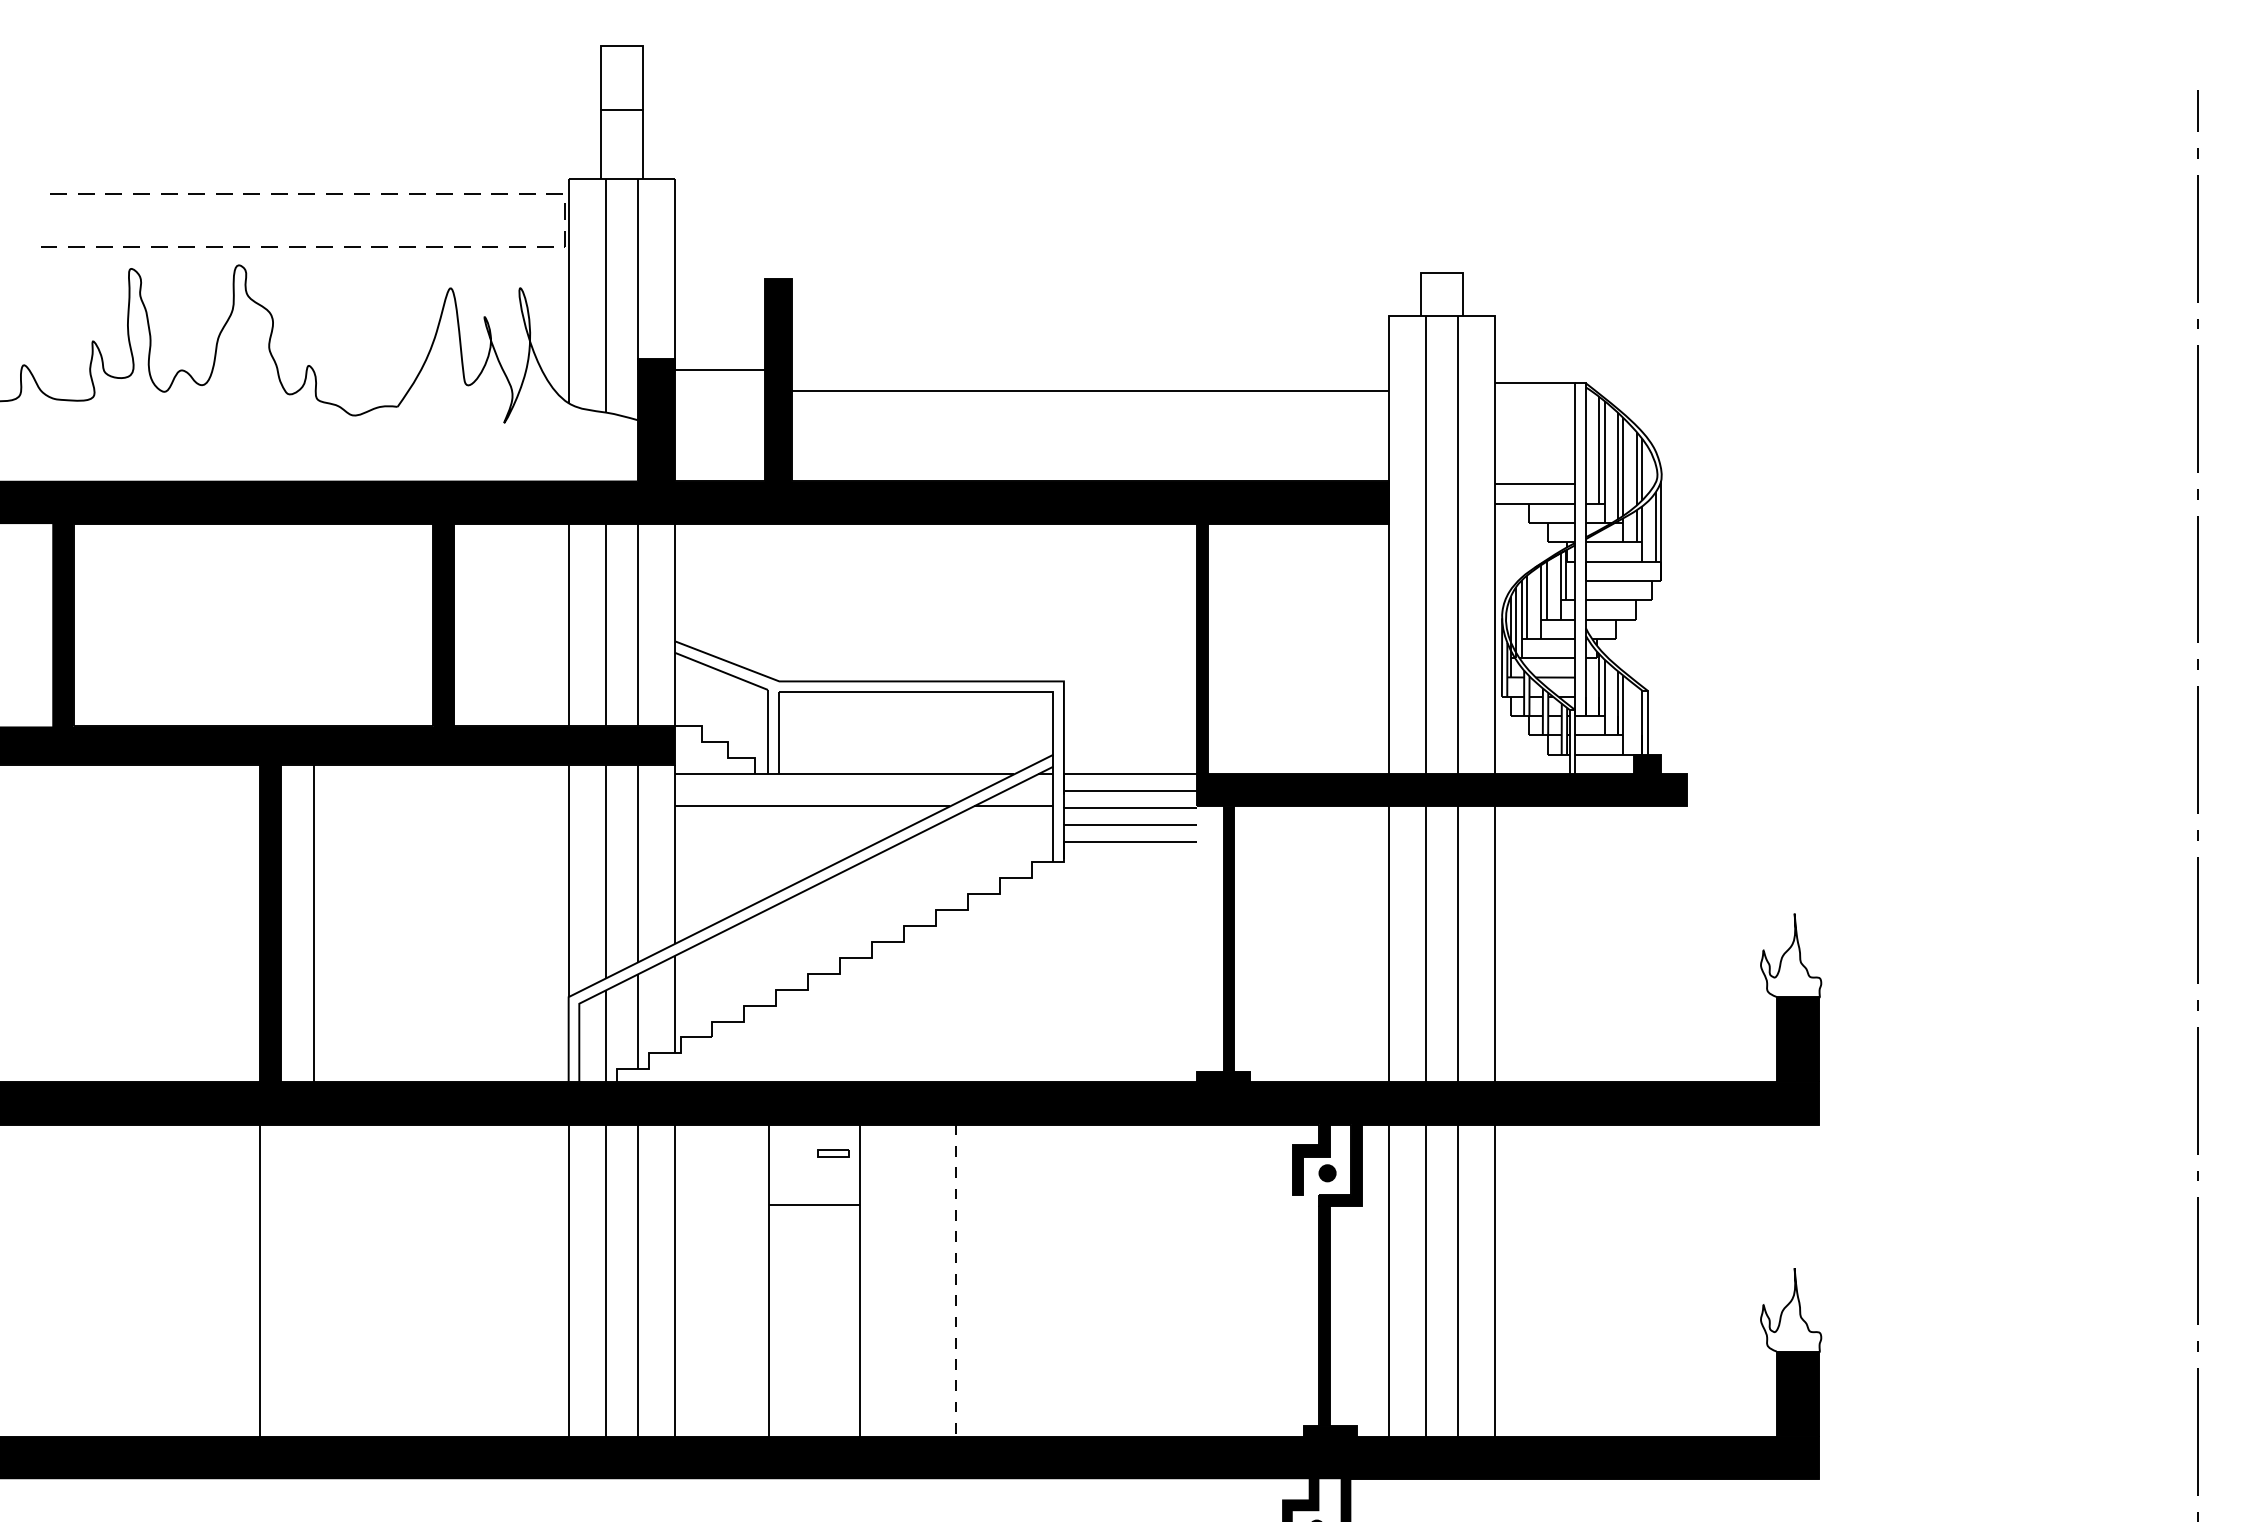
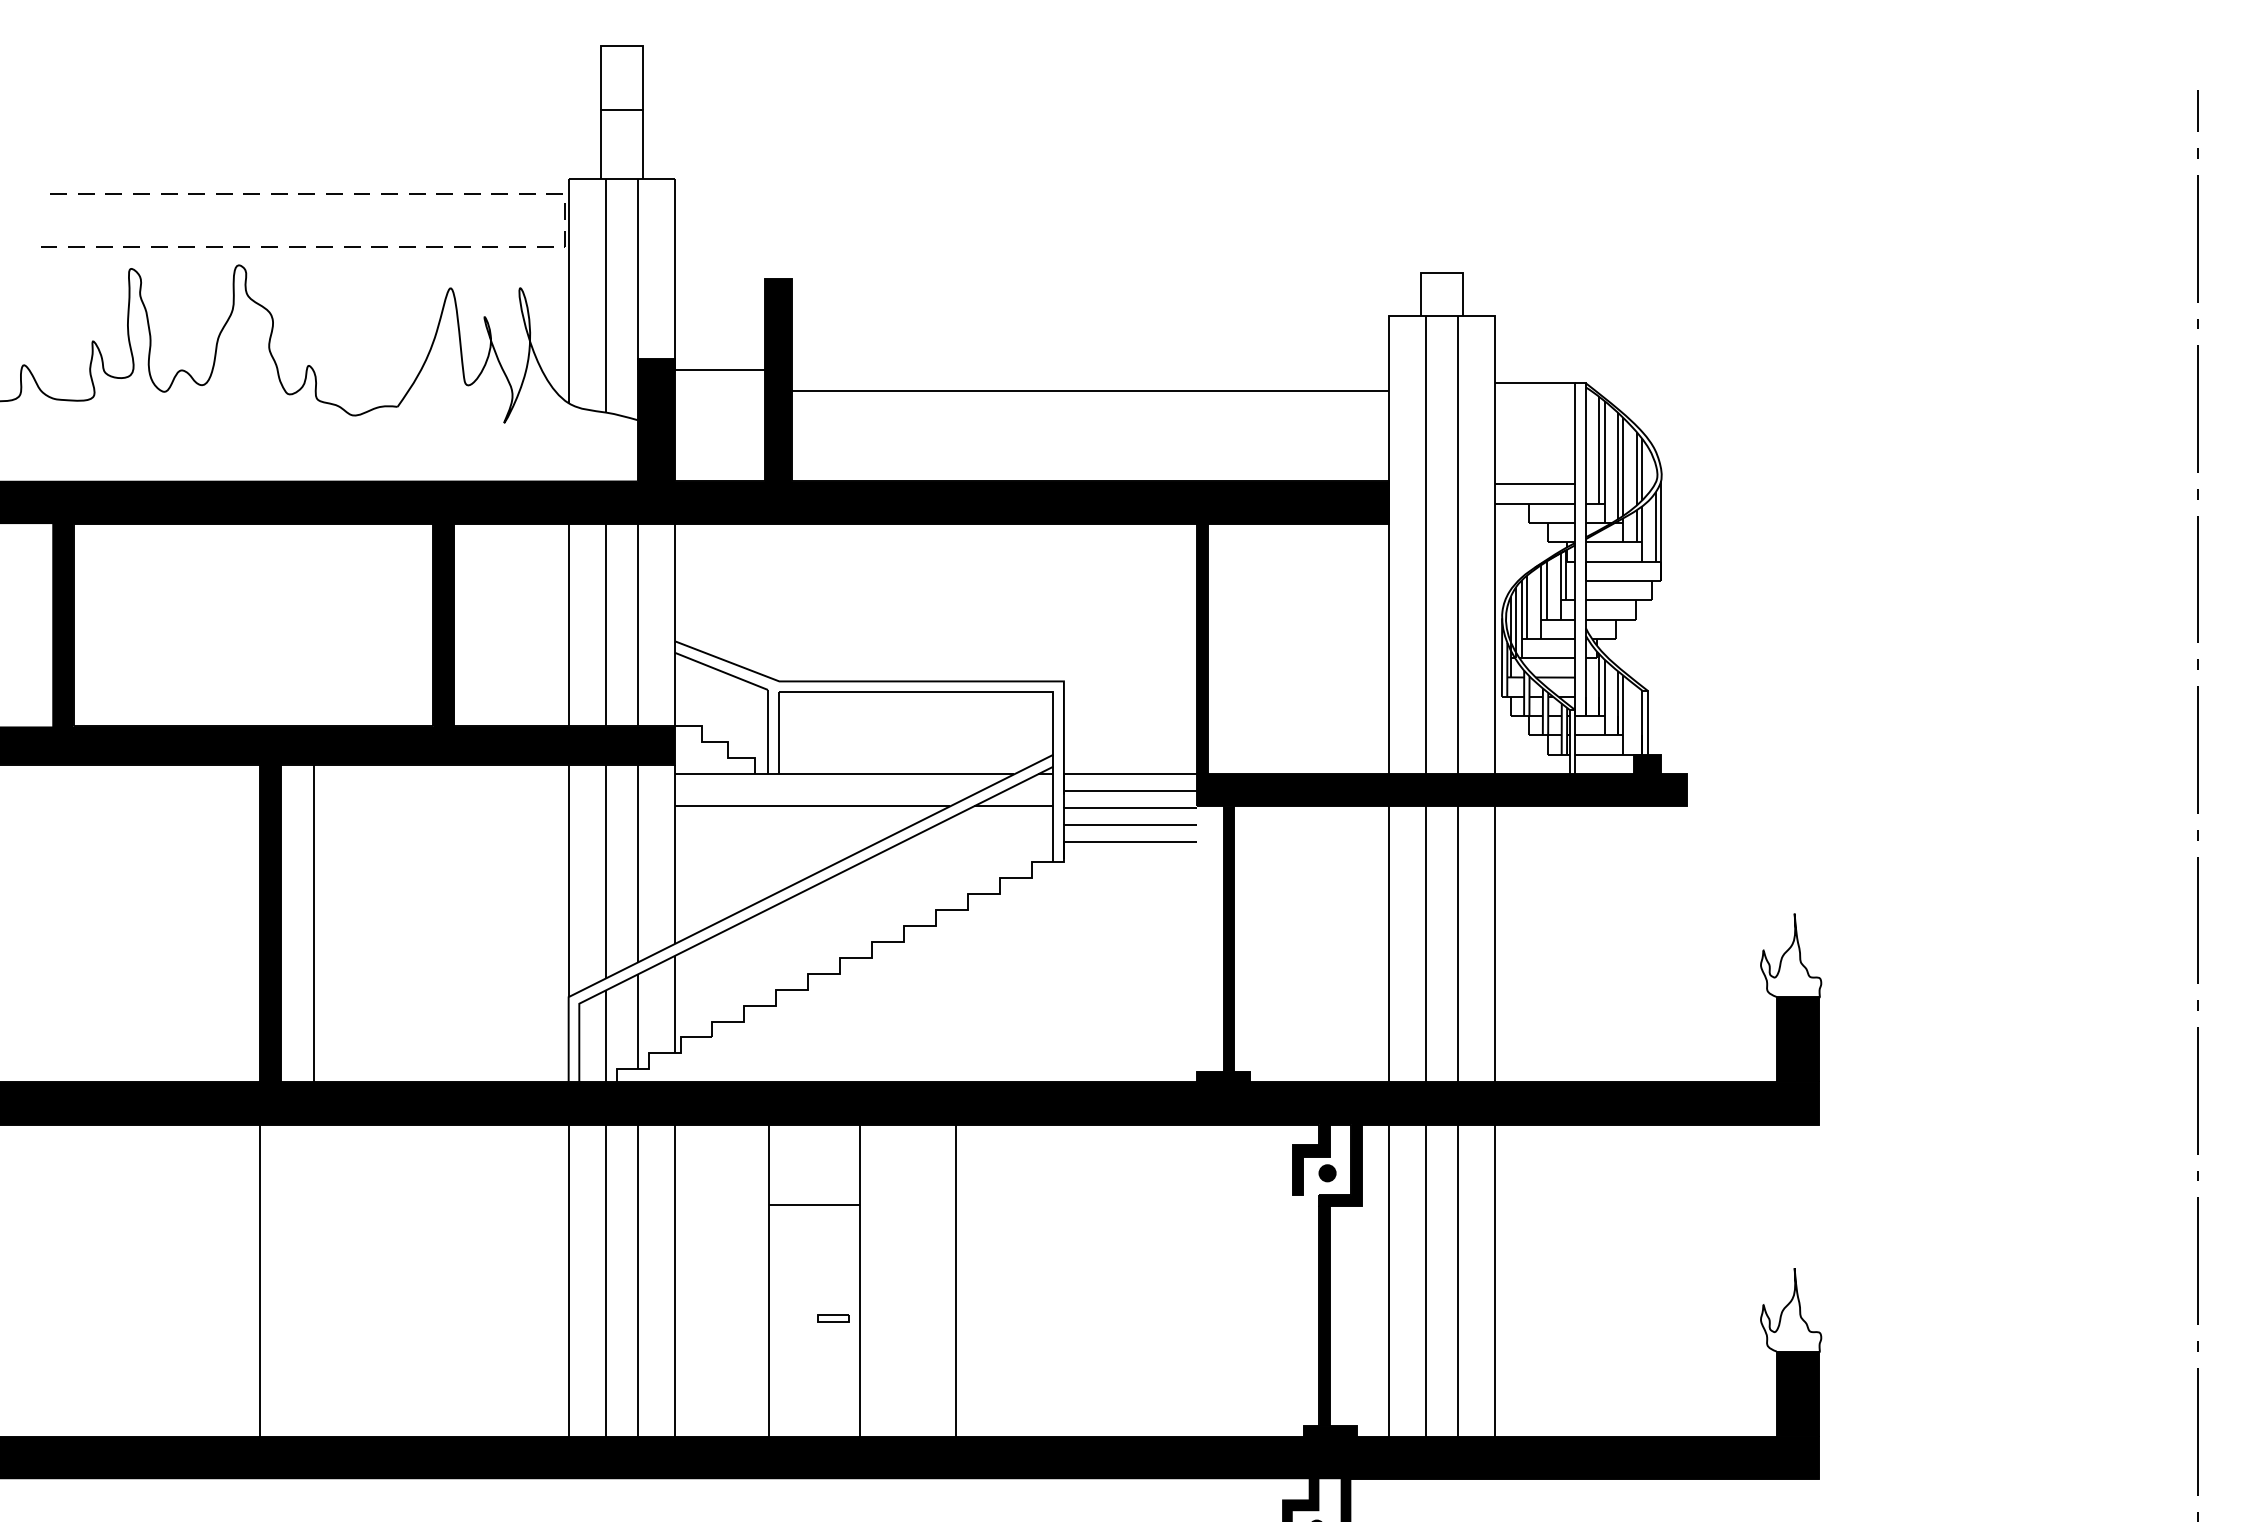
part at (833, 1153) position: (833, 1153) -> (833, 1318)
line at (956, 1280): dashed -> solid
